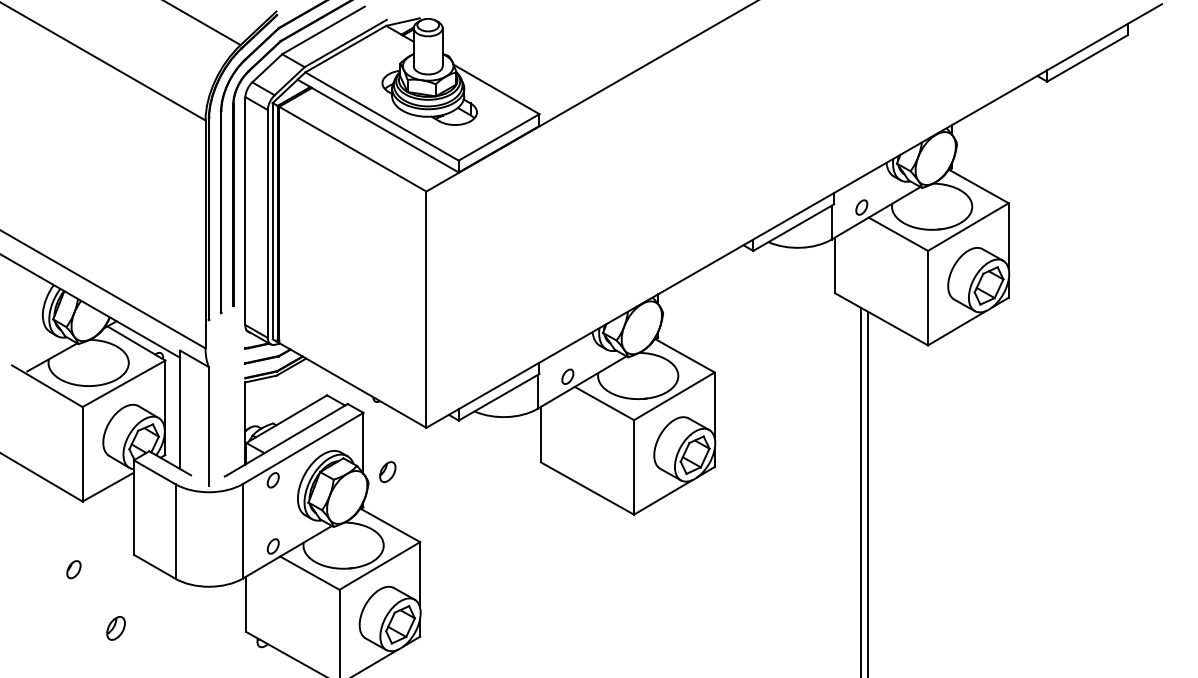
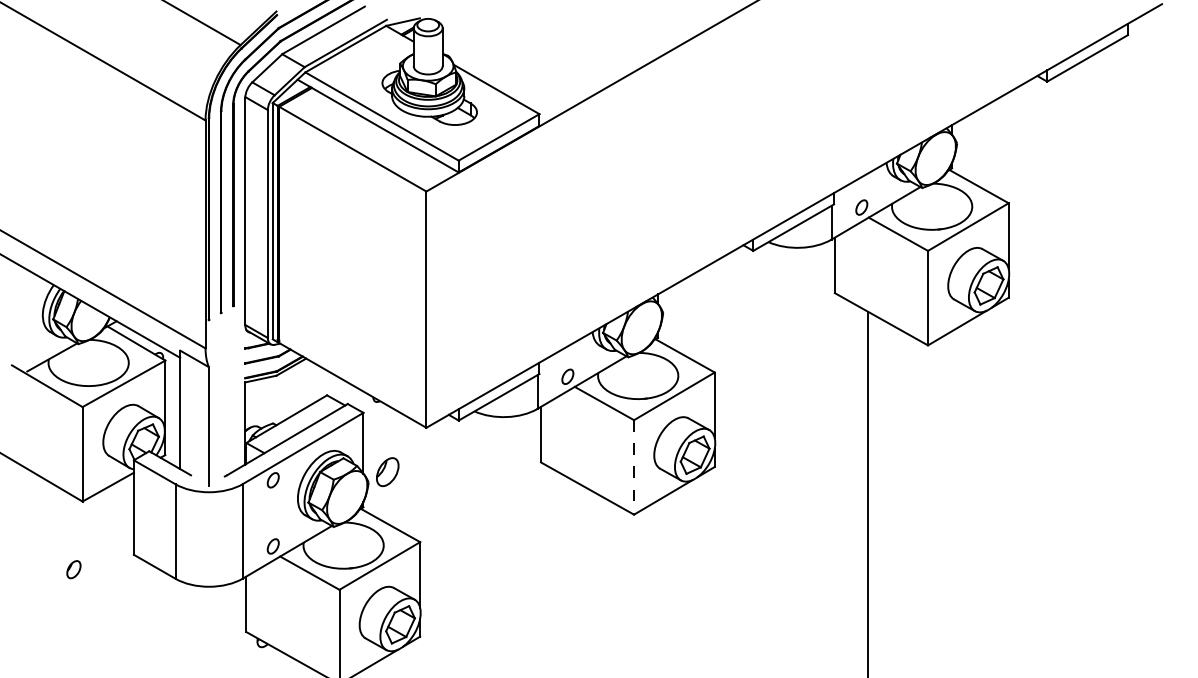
line at (634, 467): solid -> dashed
part at (387, 471) size: 18x22 px -> 24x31 px
line at (860, 490): present -> none
part at (115, 628): present -> none
